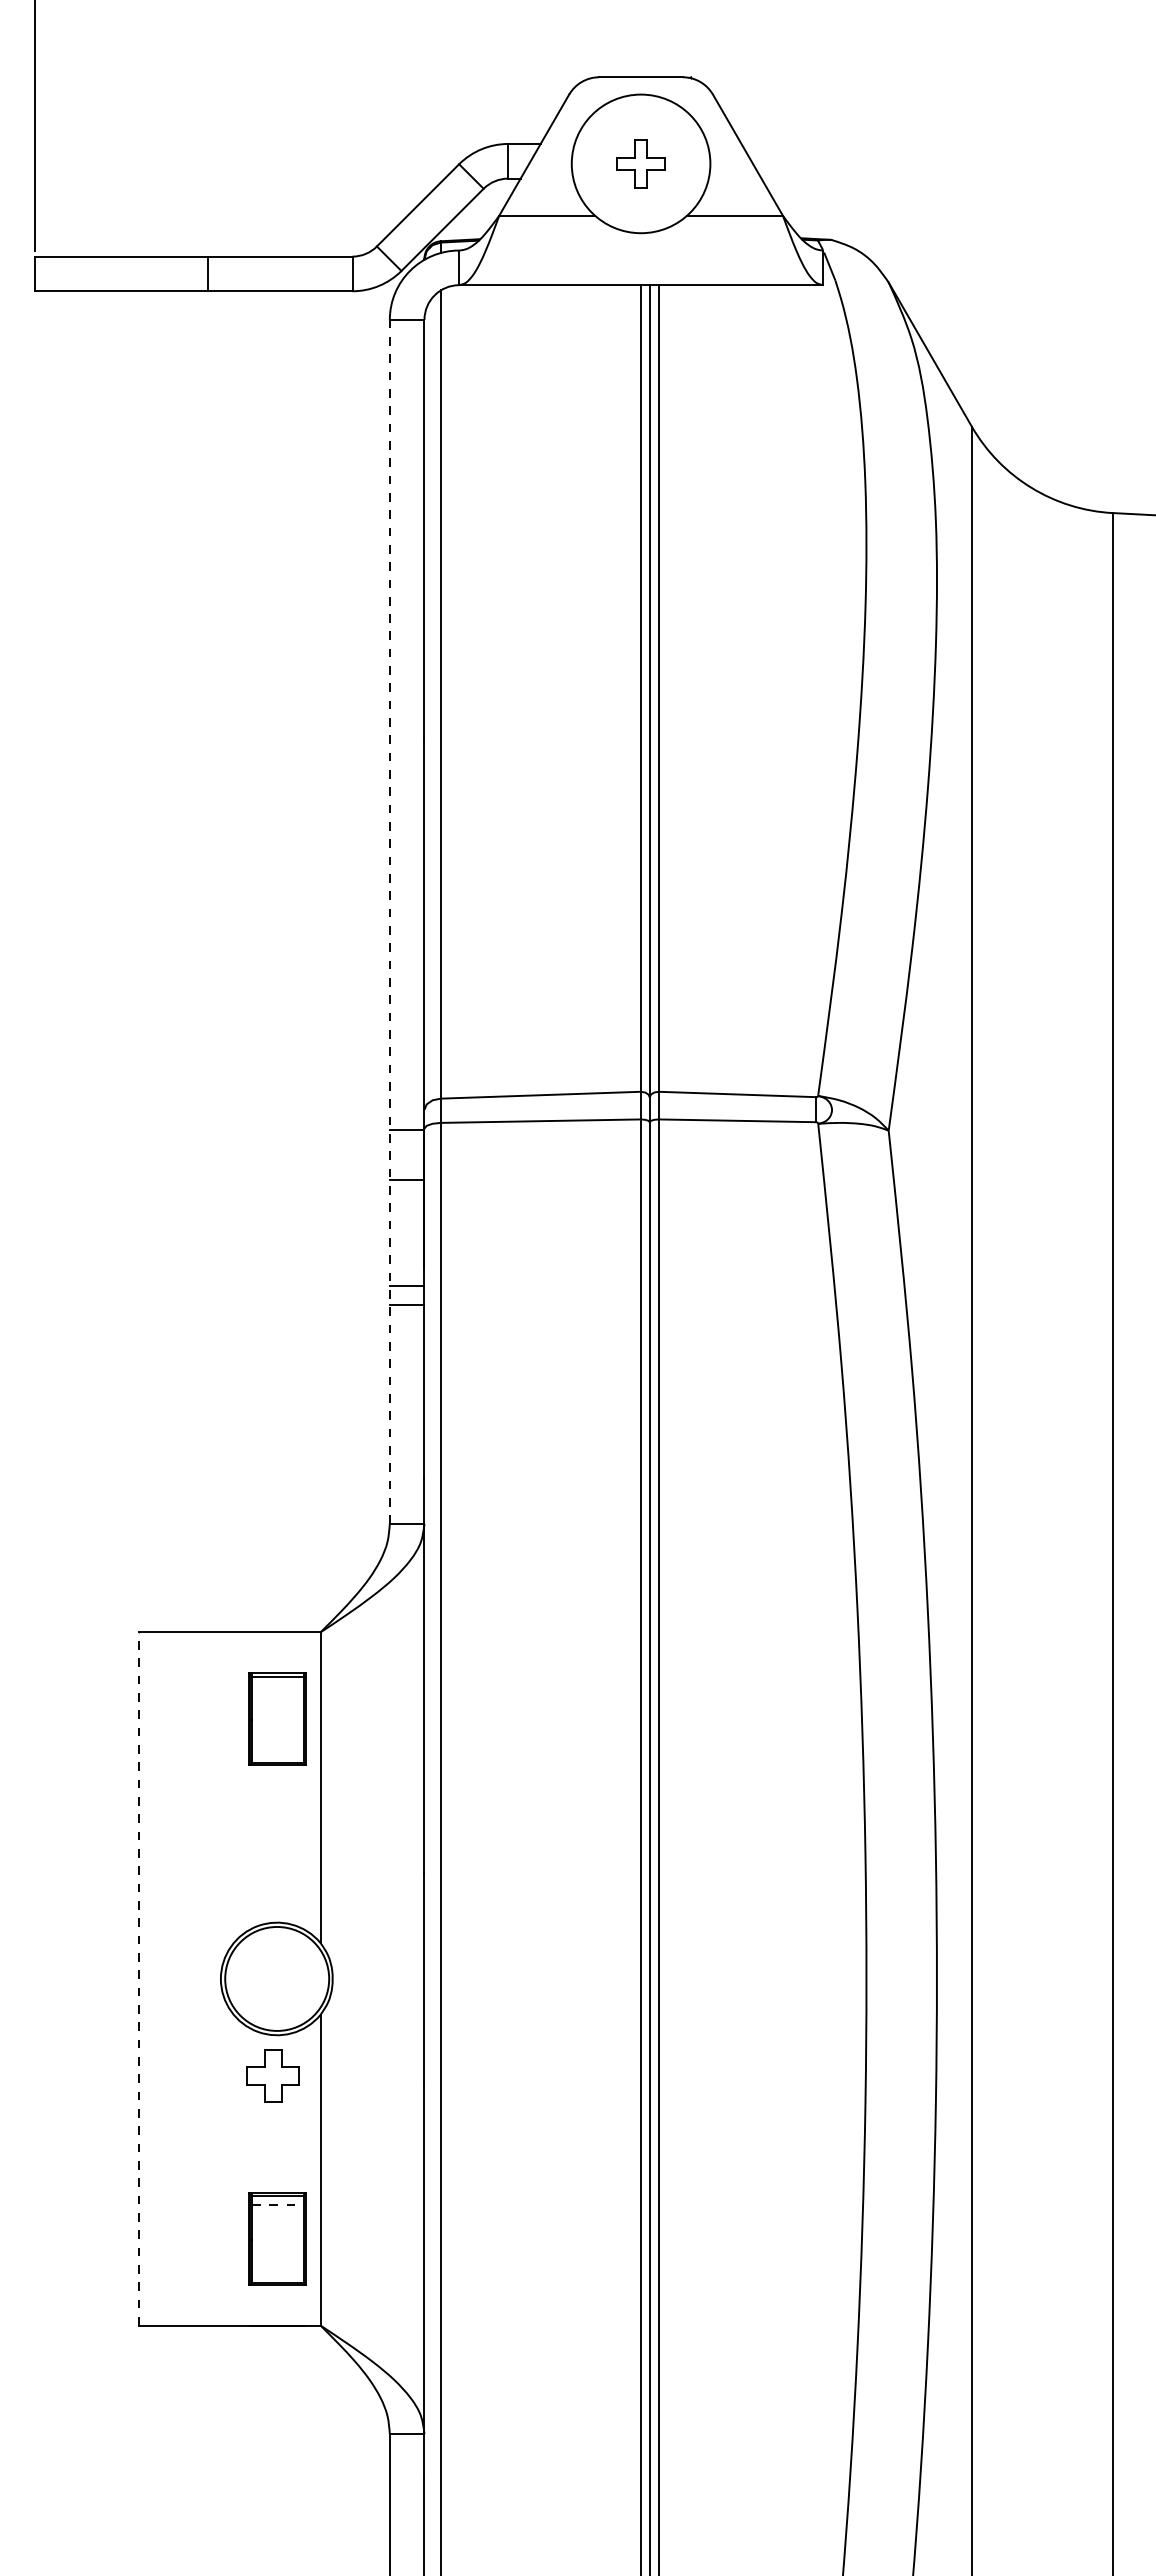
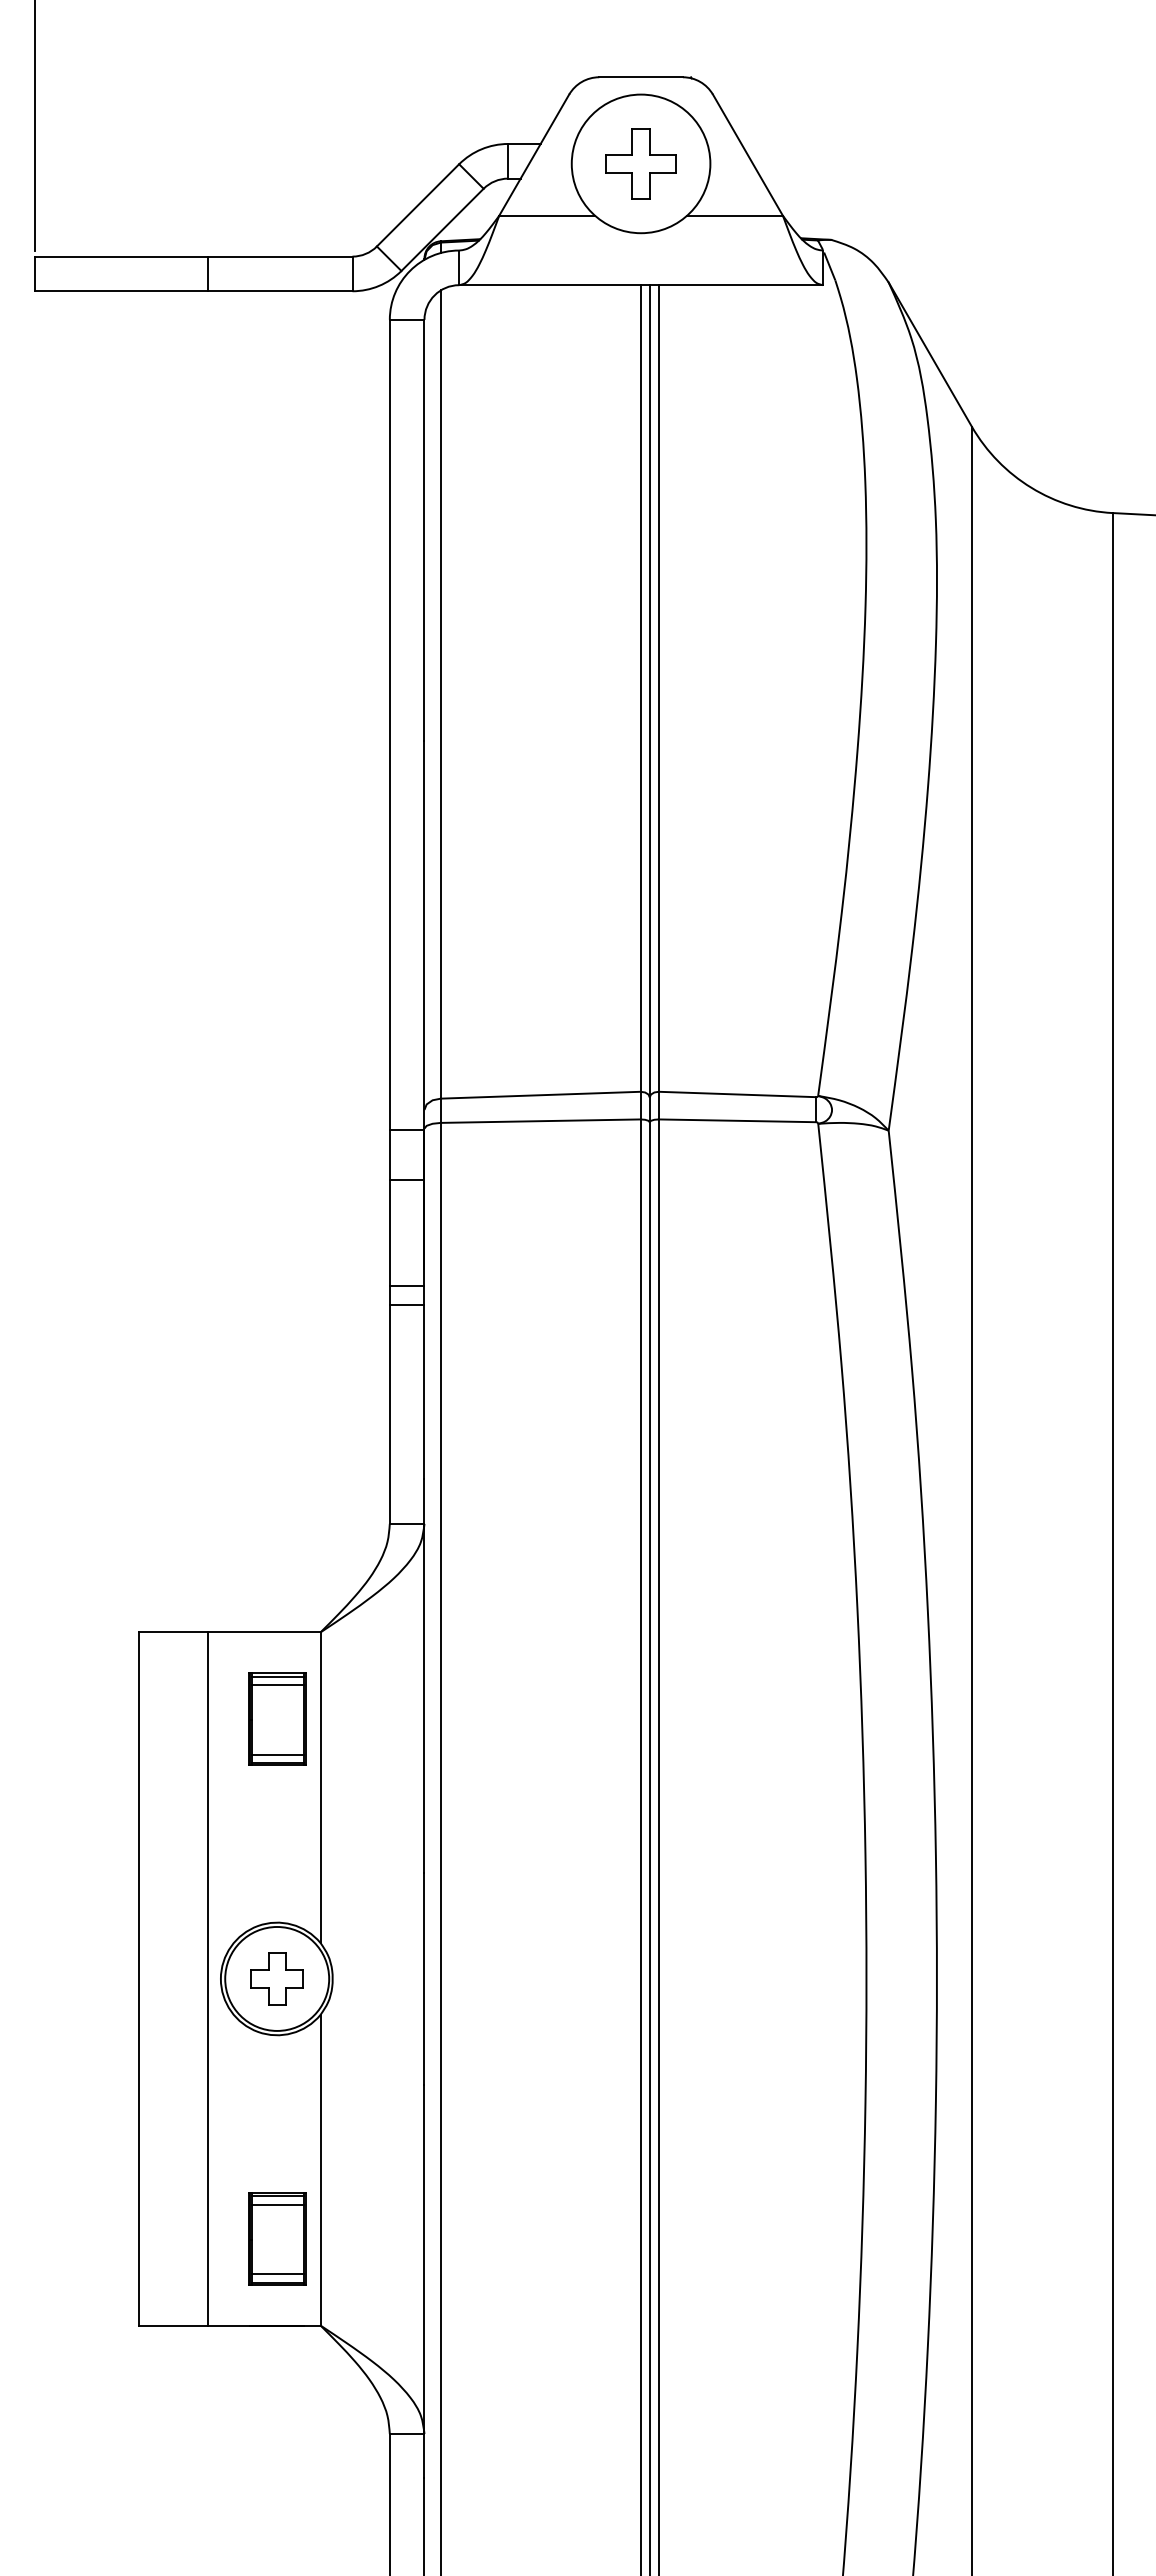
part at (640, 163) size: 50x50 px -> 72x72 px
line at (389, 921): dashed -> solid
line at (278, 1685): none -> present
line at (278, 1754): none -> present
line at (138, 1978): dashed -> solid
line at (207, 1978): none -> present
part at (272, 2075) position: (272, 2075) -> (276, 1978)
line at (278, 2205): dashed -> solid
line at (278, 2274): none -> present
